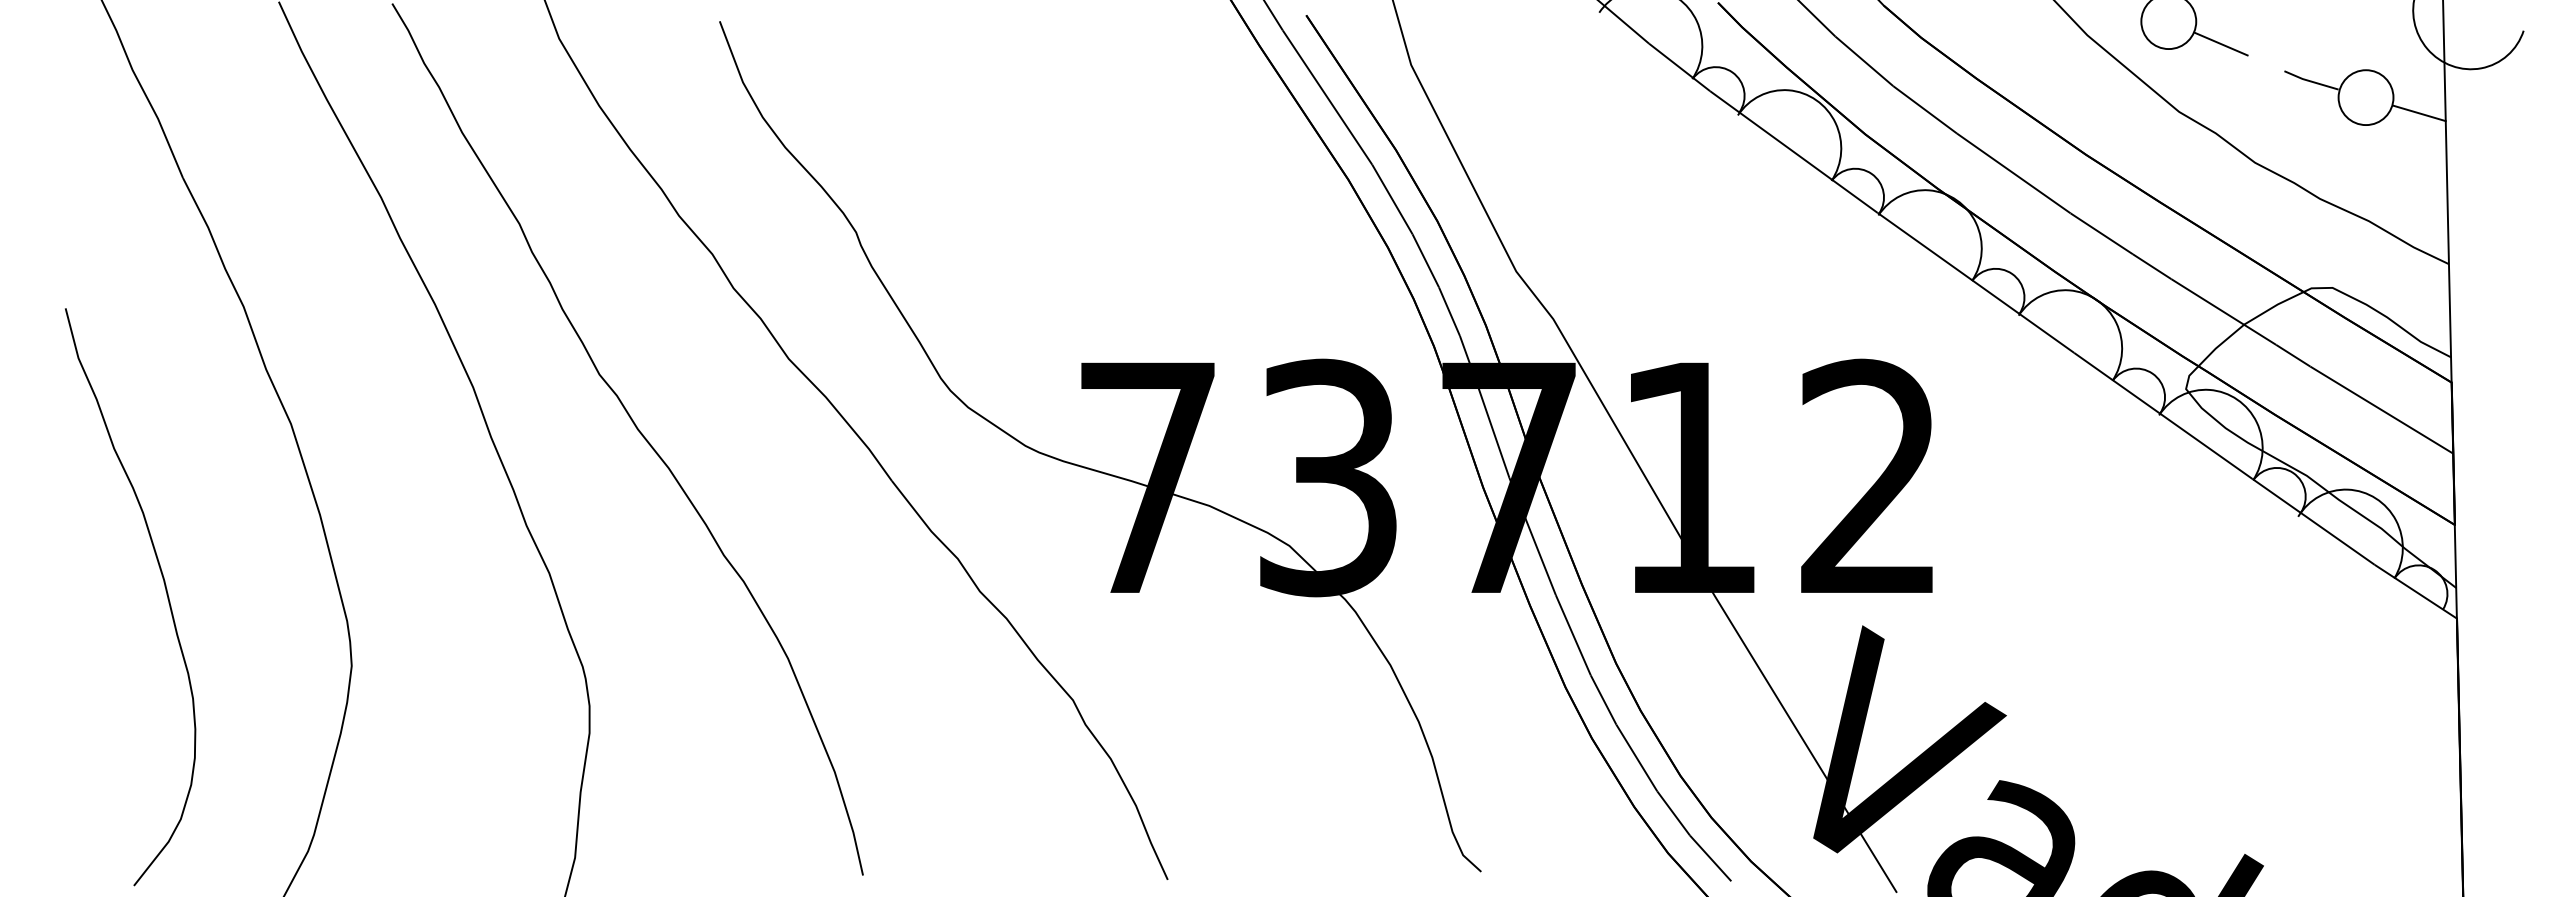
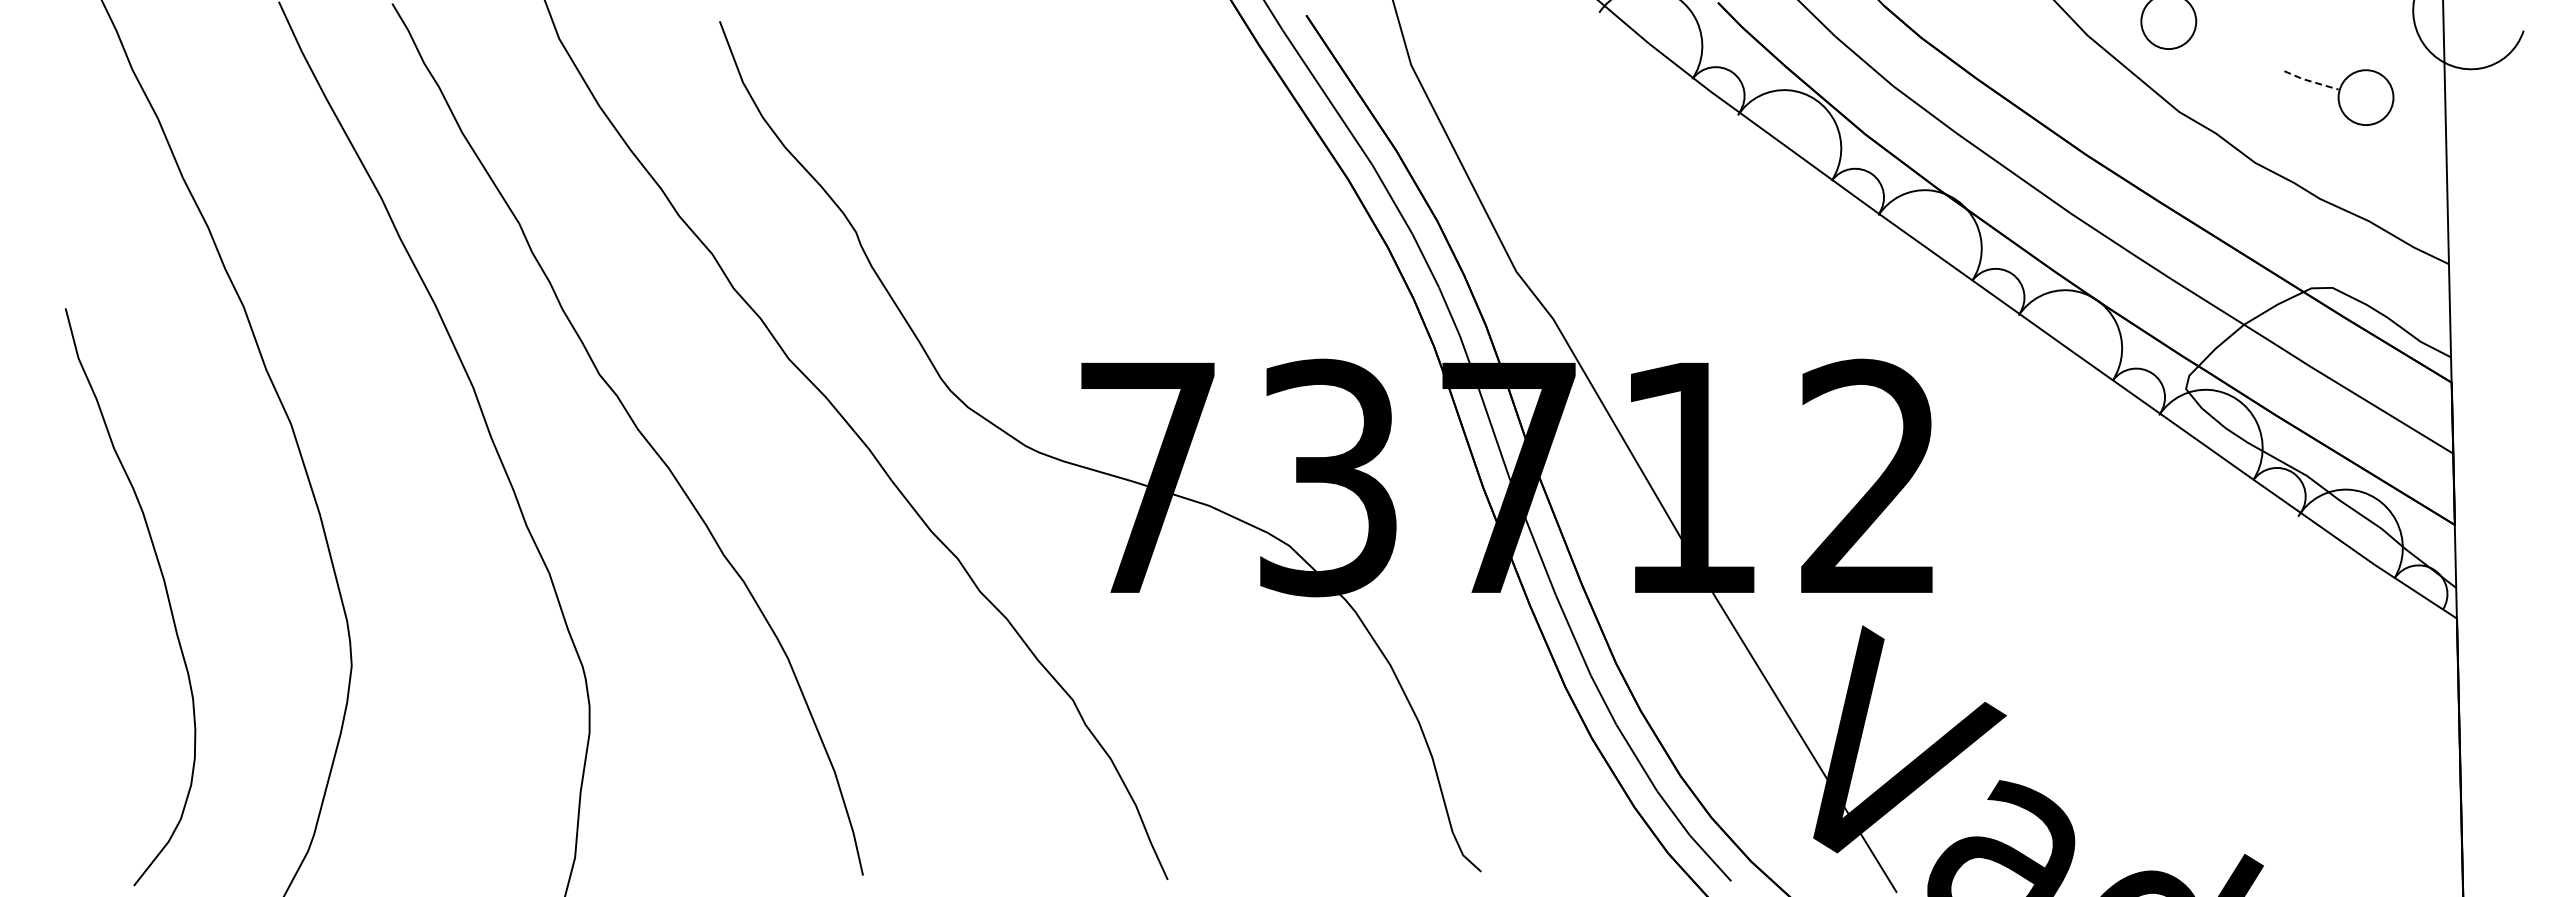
line at (2221, 43): present -> none
line at (2311, 81): solid -> dashed
line at (2419, 113): present -> none
